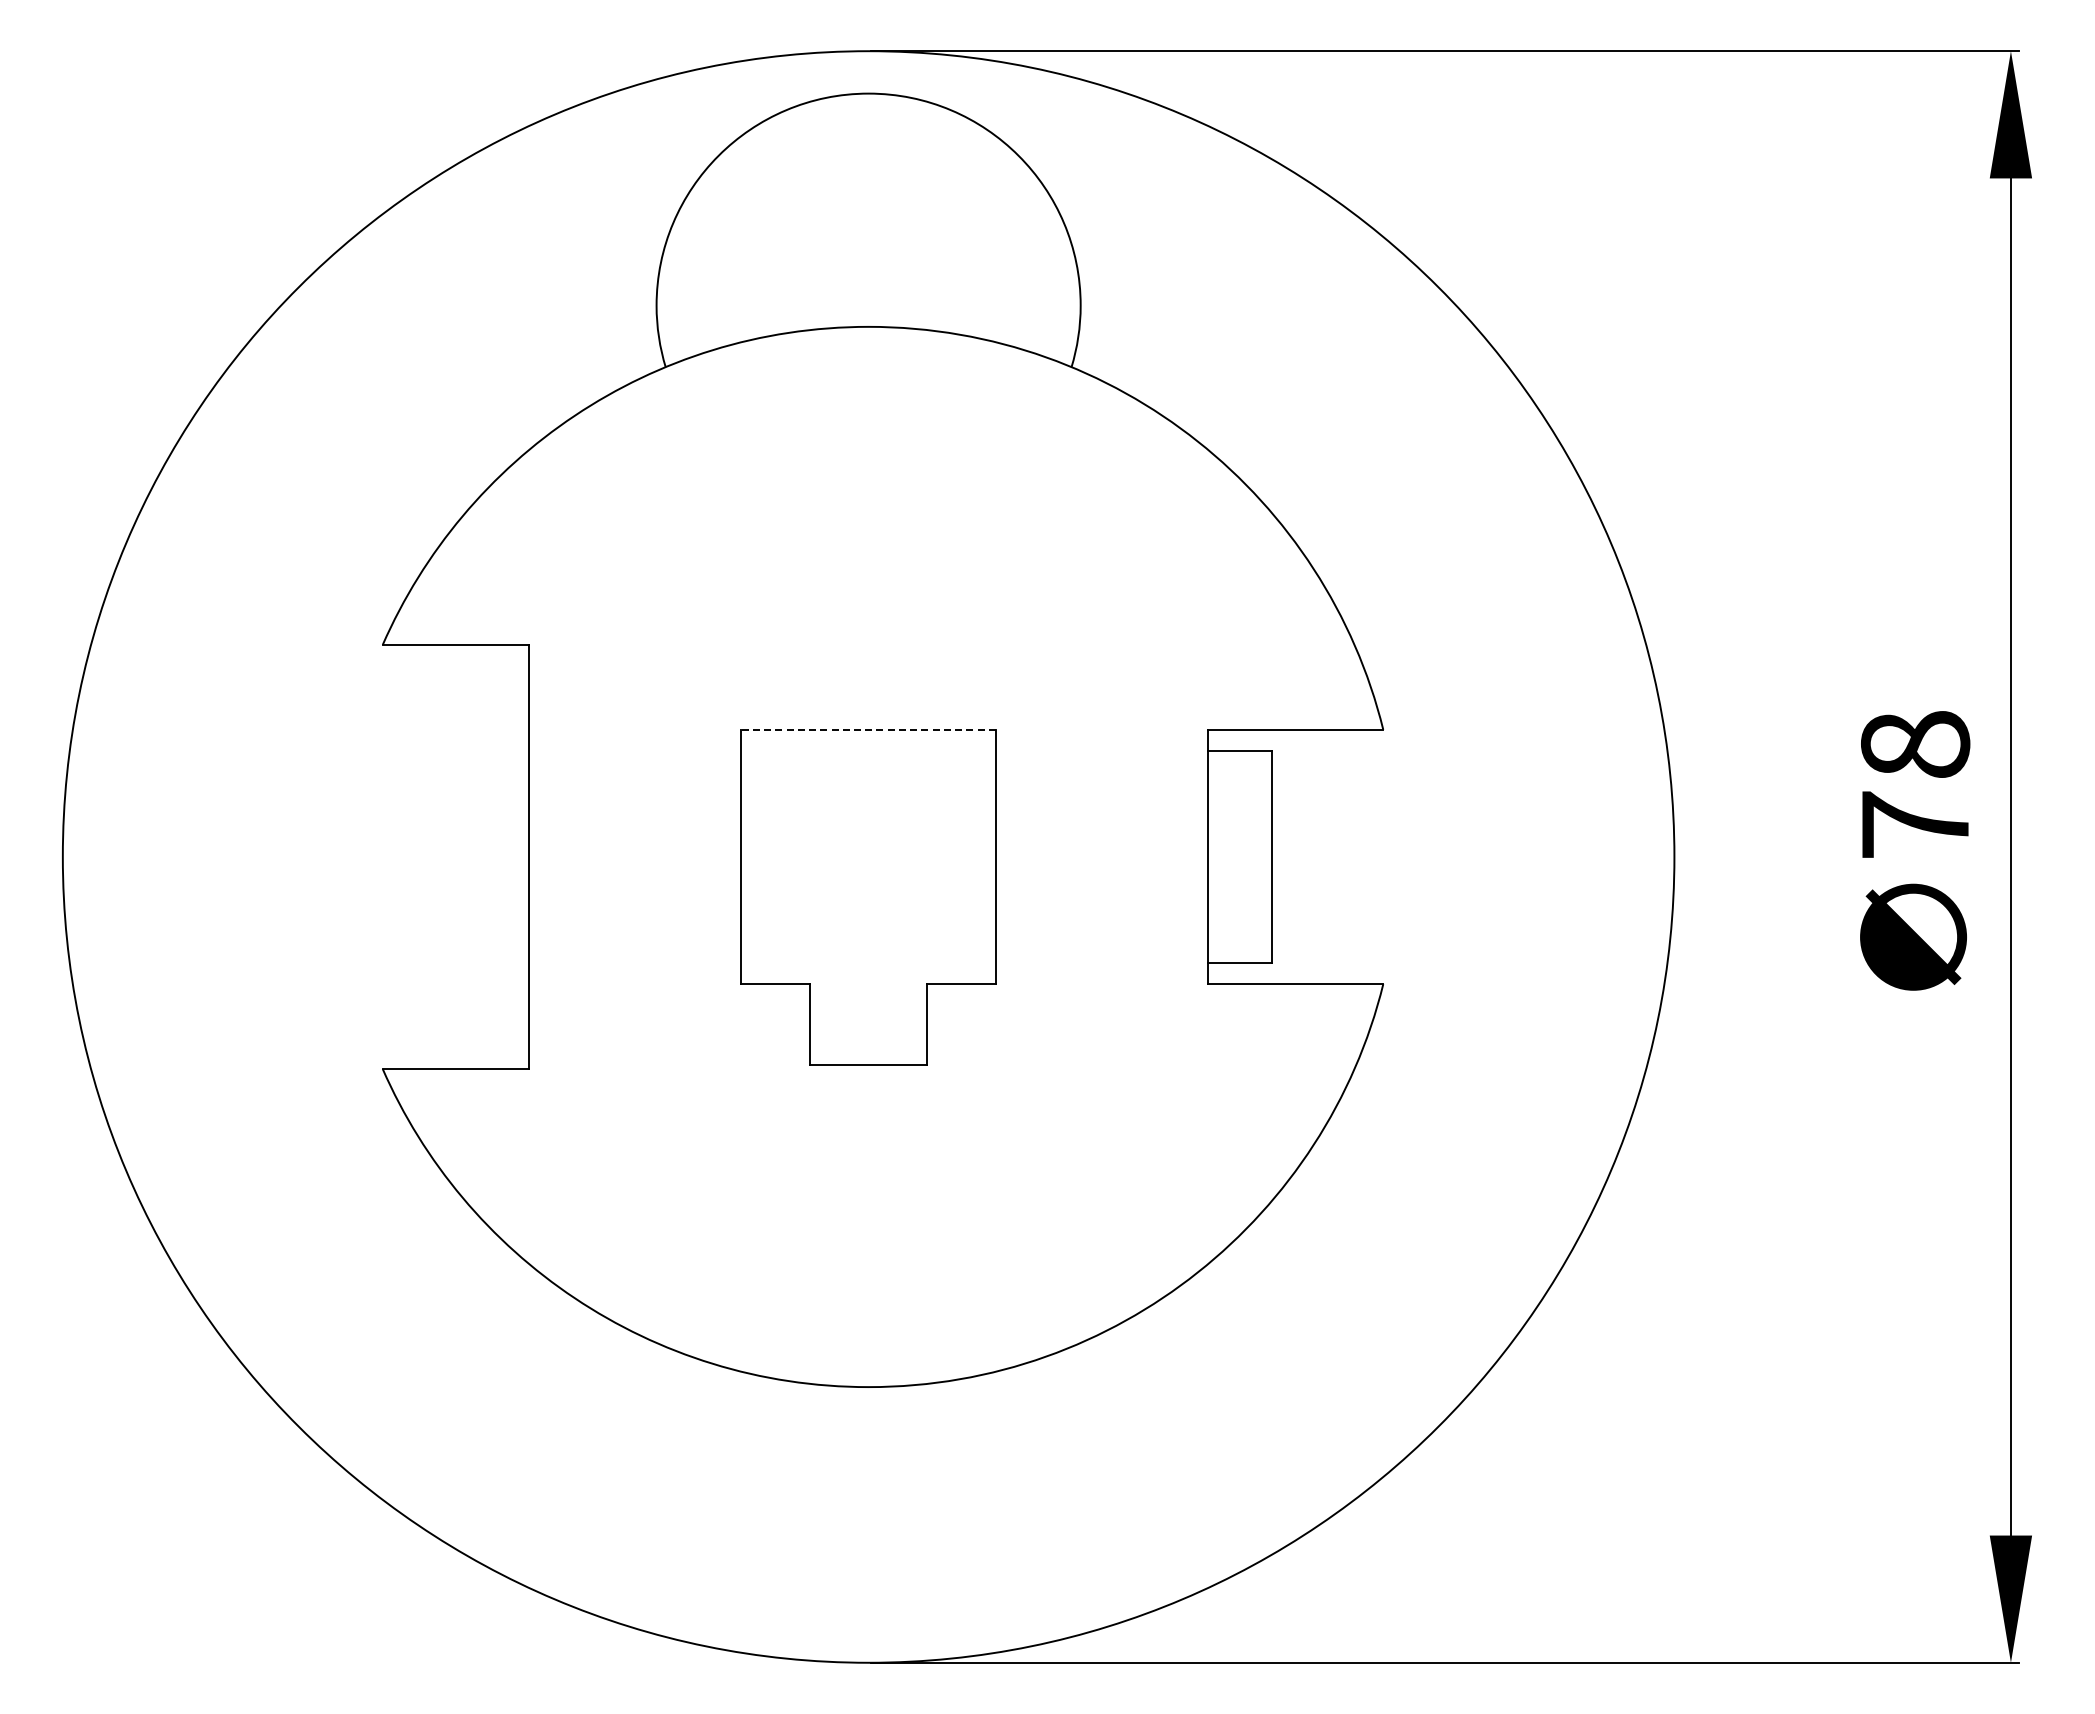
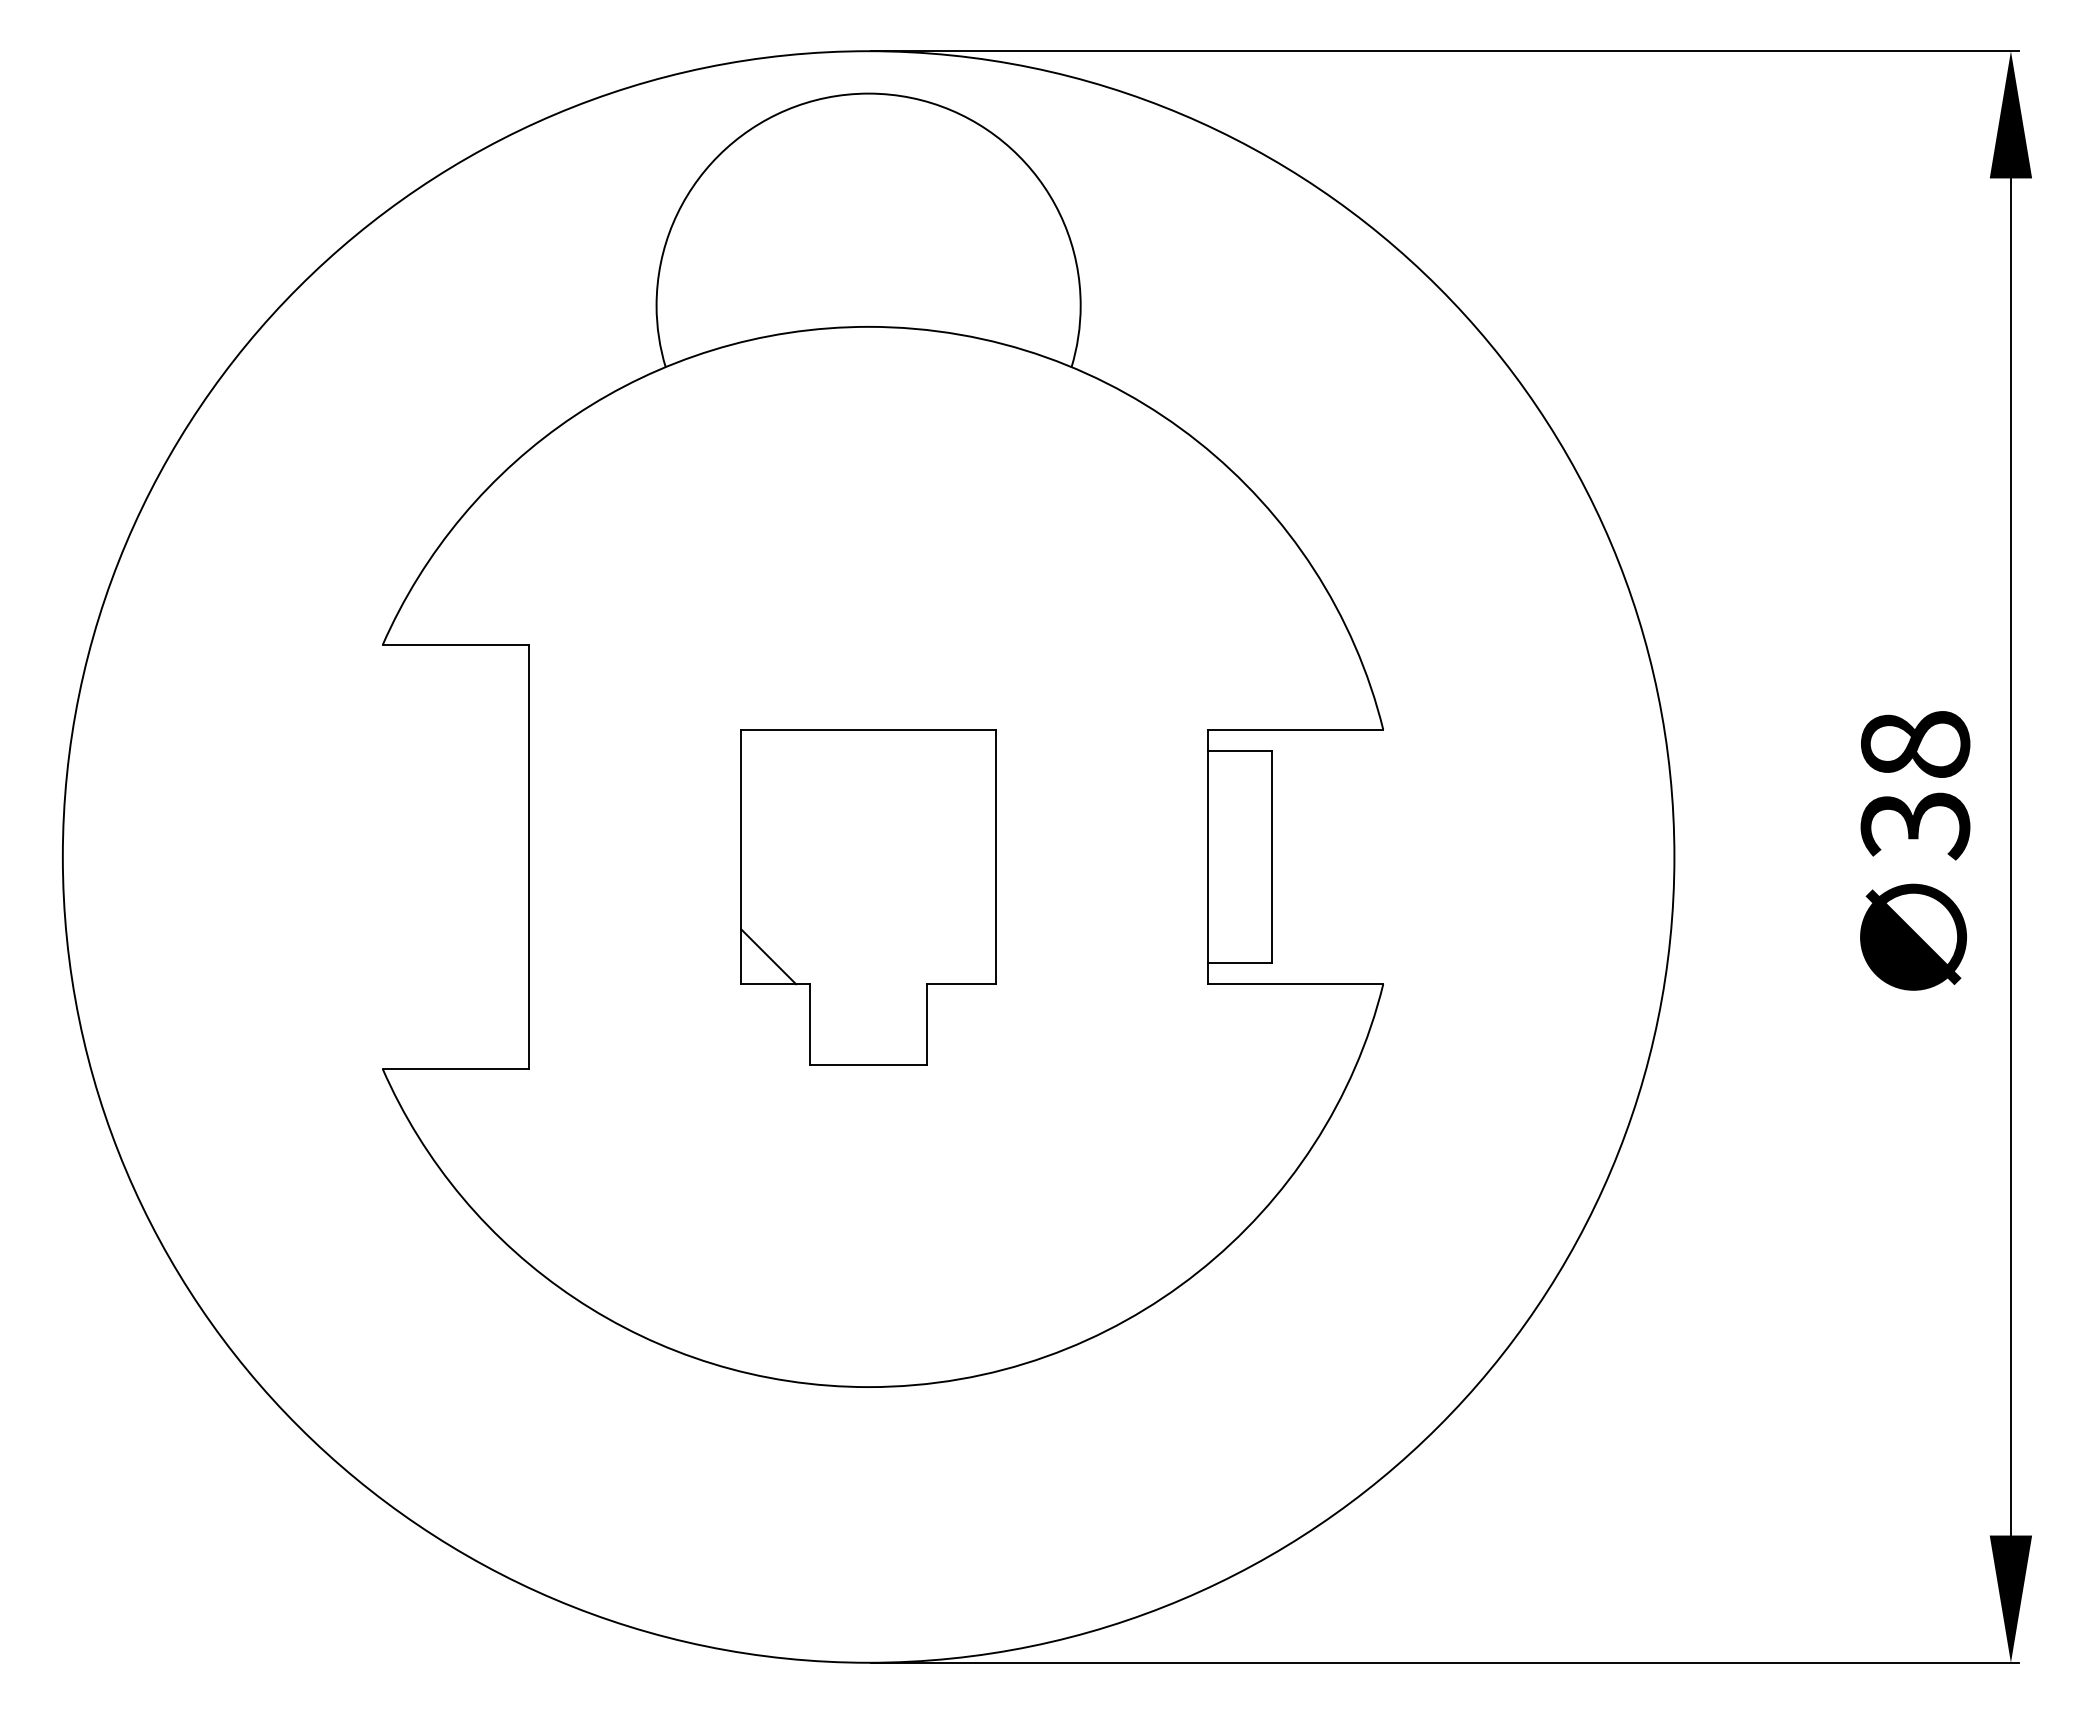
line at (868, 729): dashed -> solid
text at (1915, 825): 78 -> 38
line at (768, 956): none -> present
